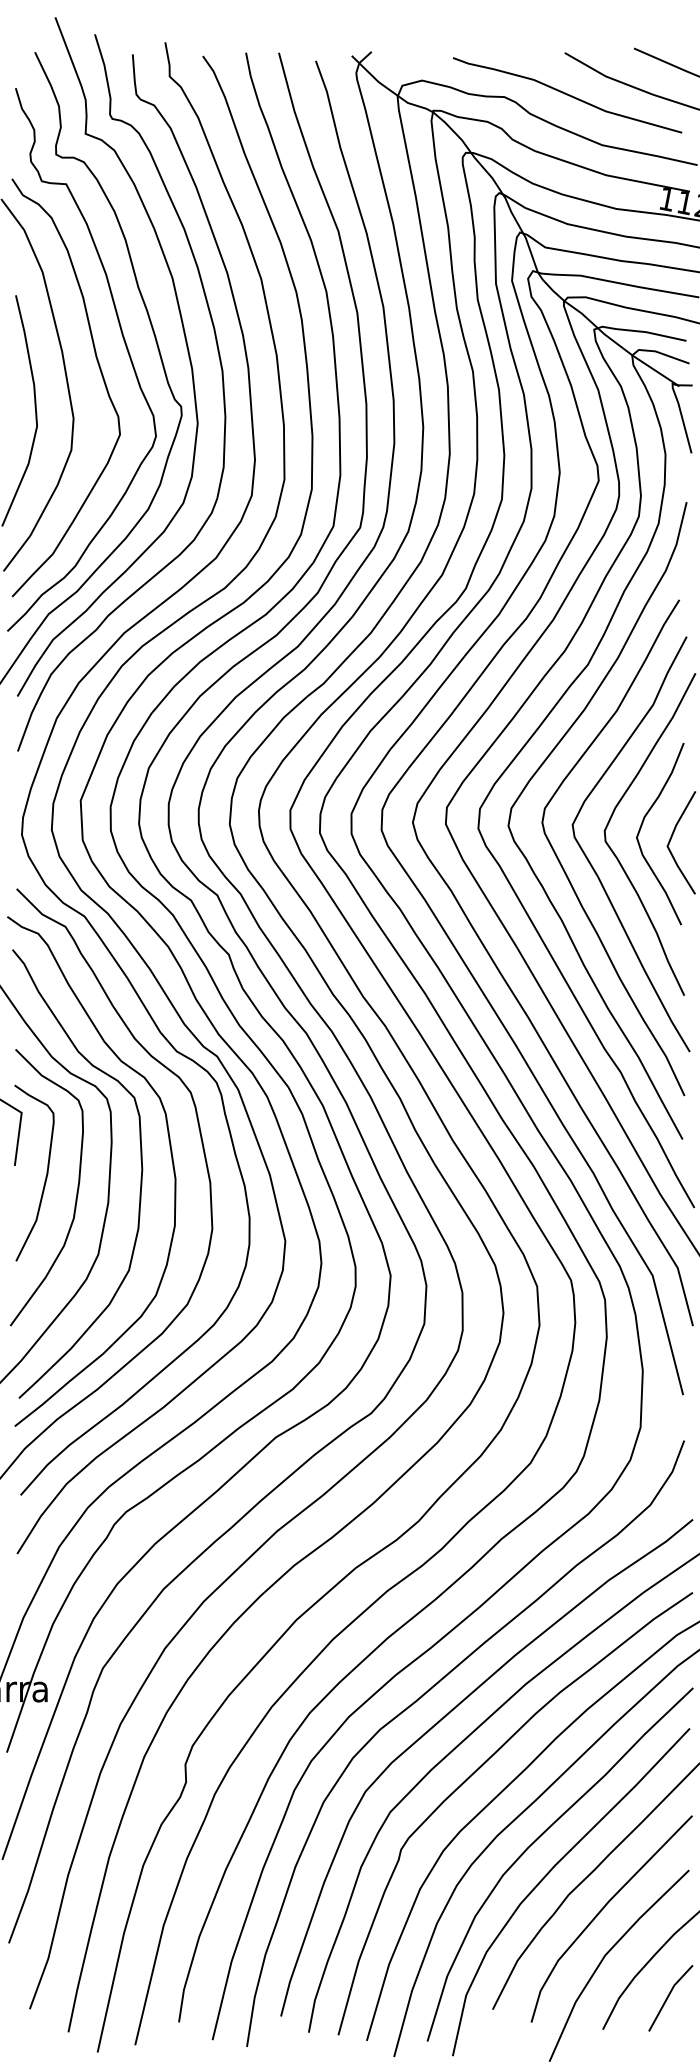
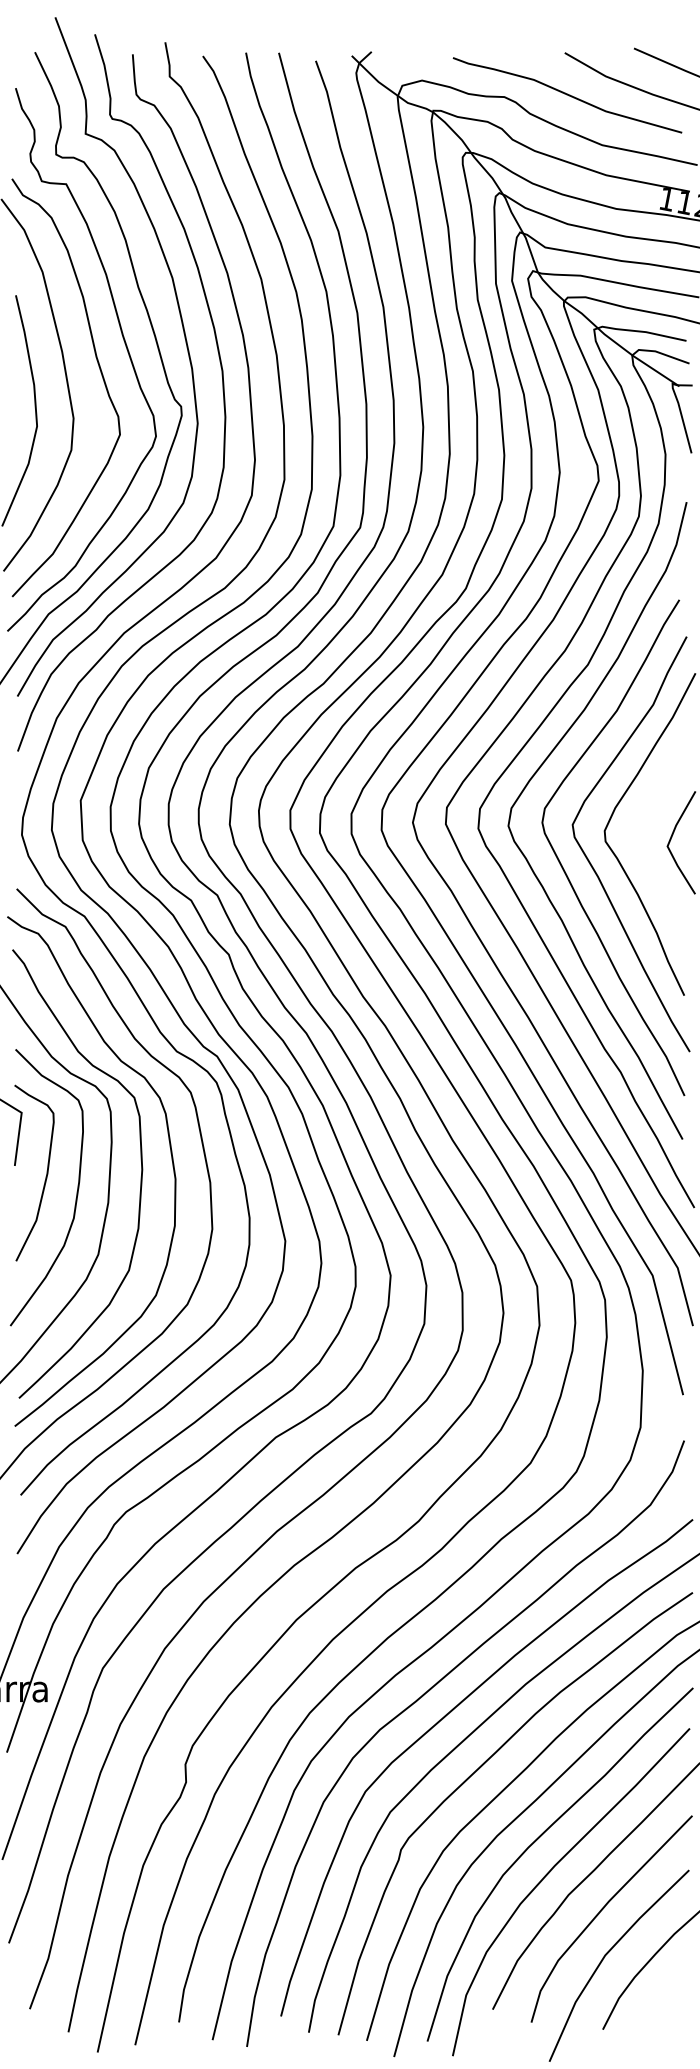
curve at (641, 828): present -> none
line at (668, 1998): present -> none
